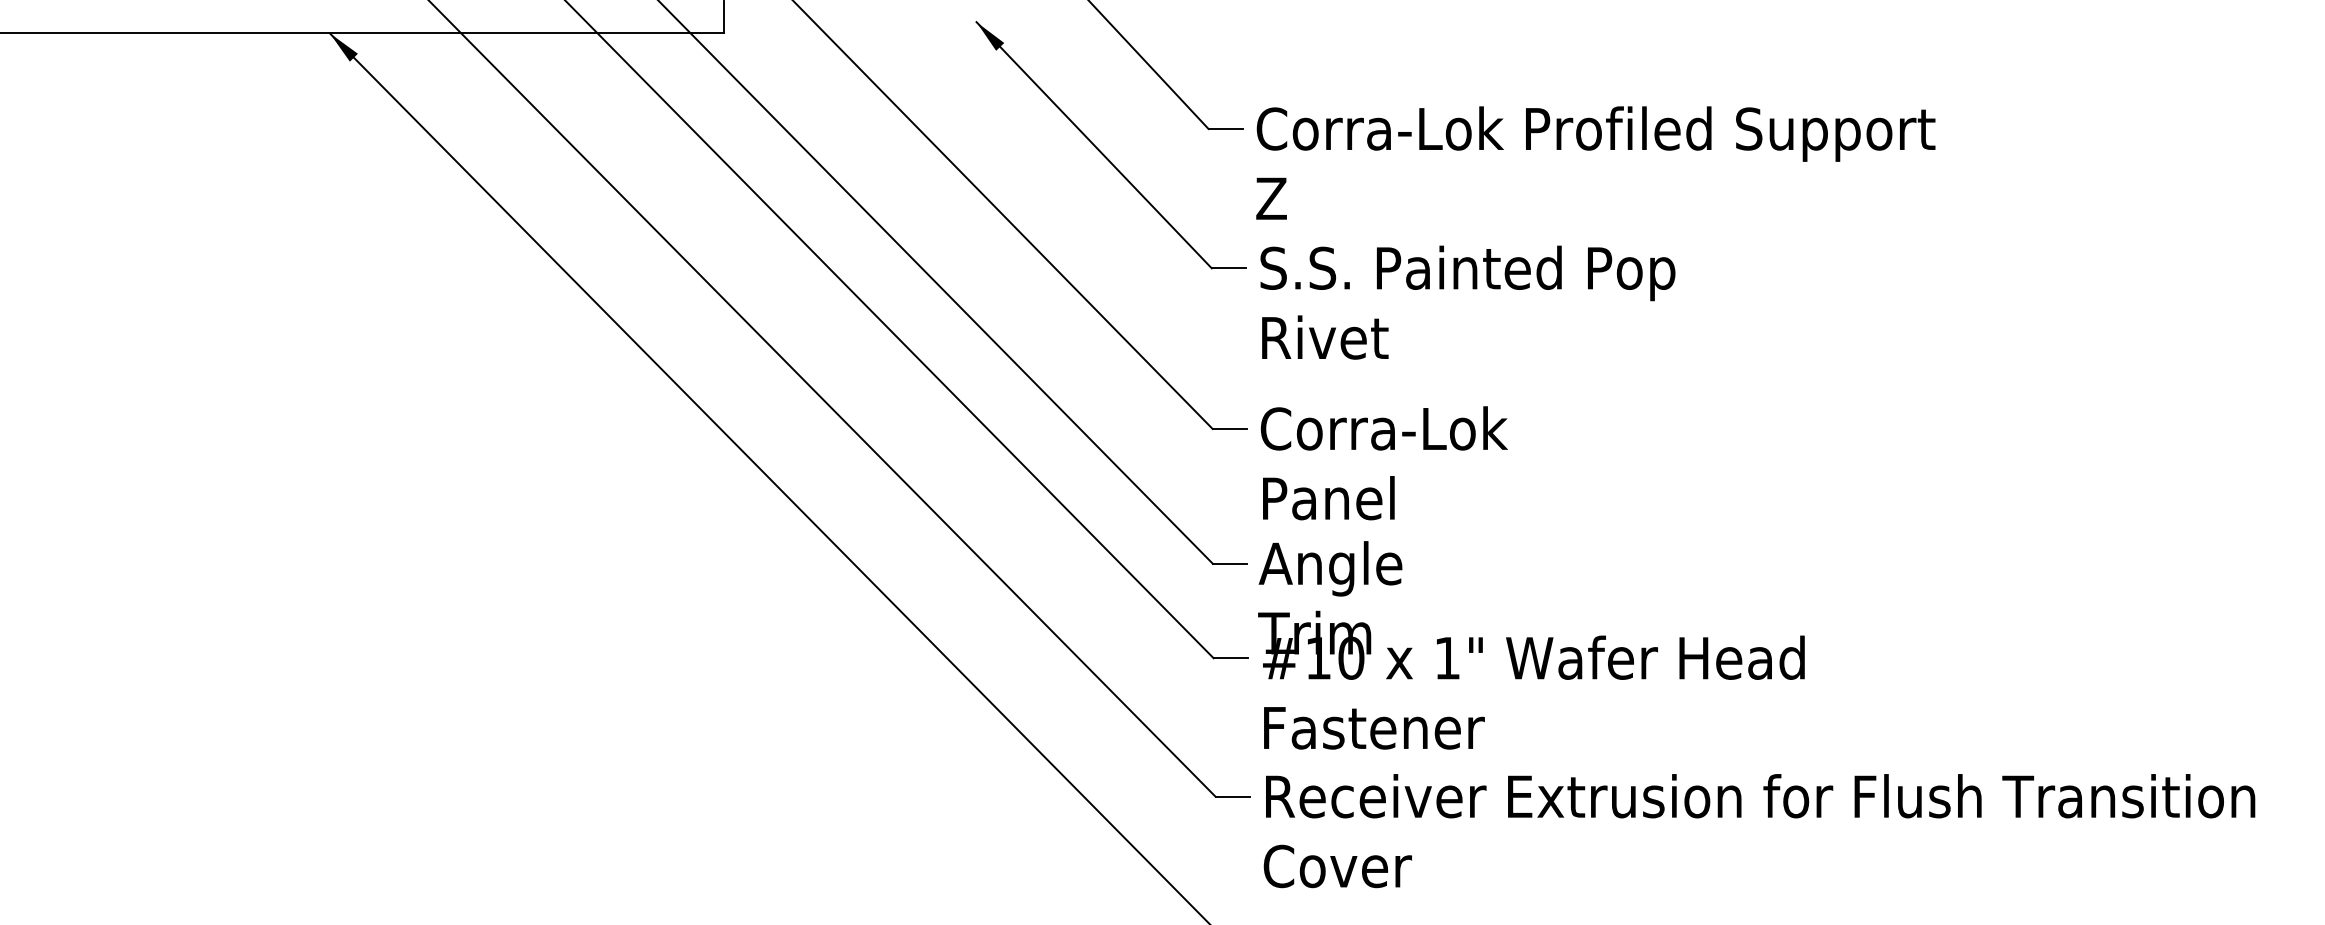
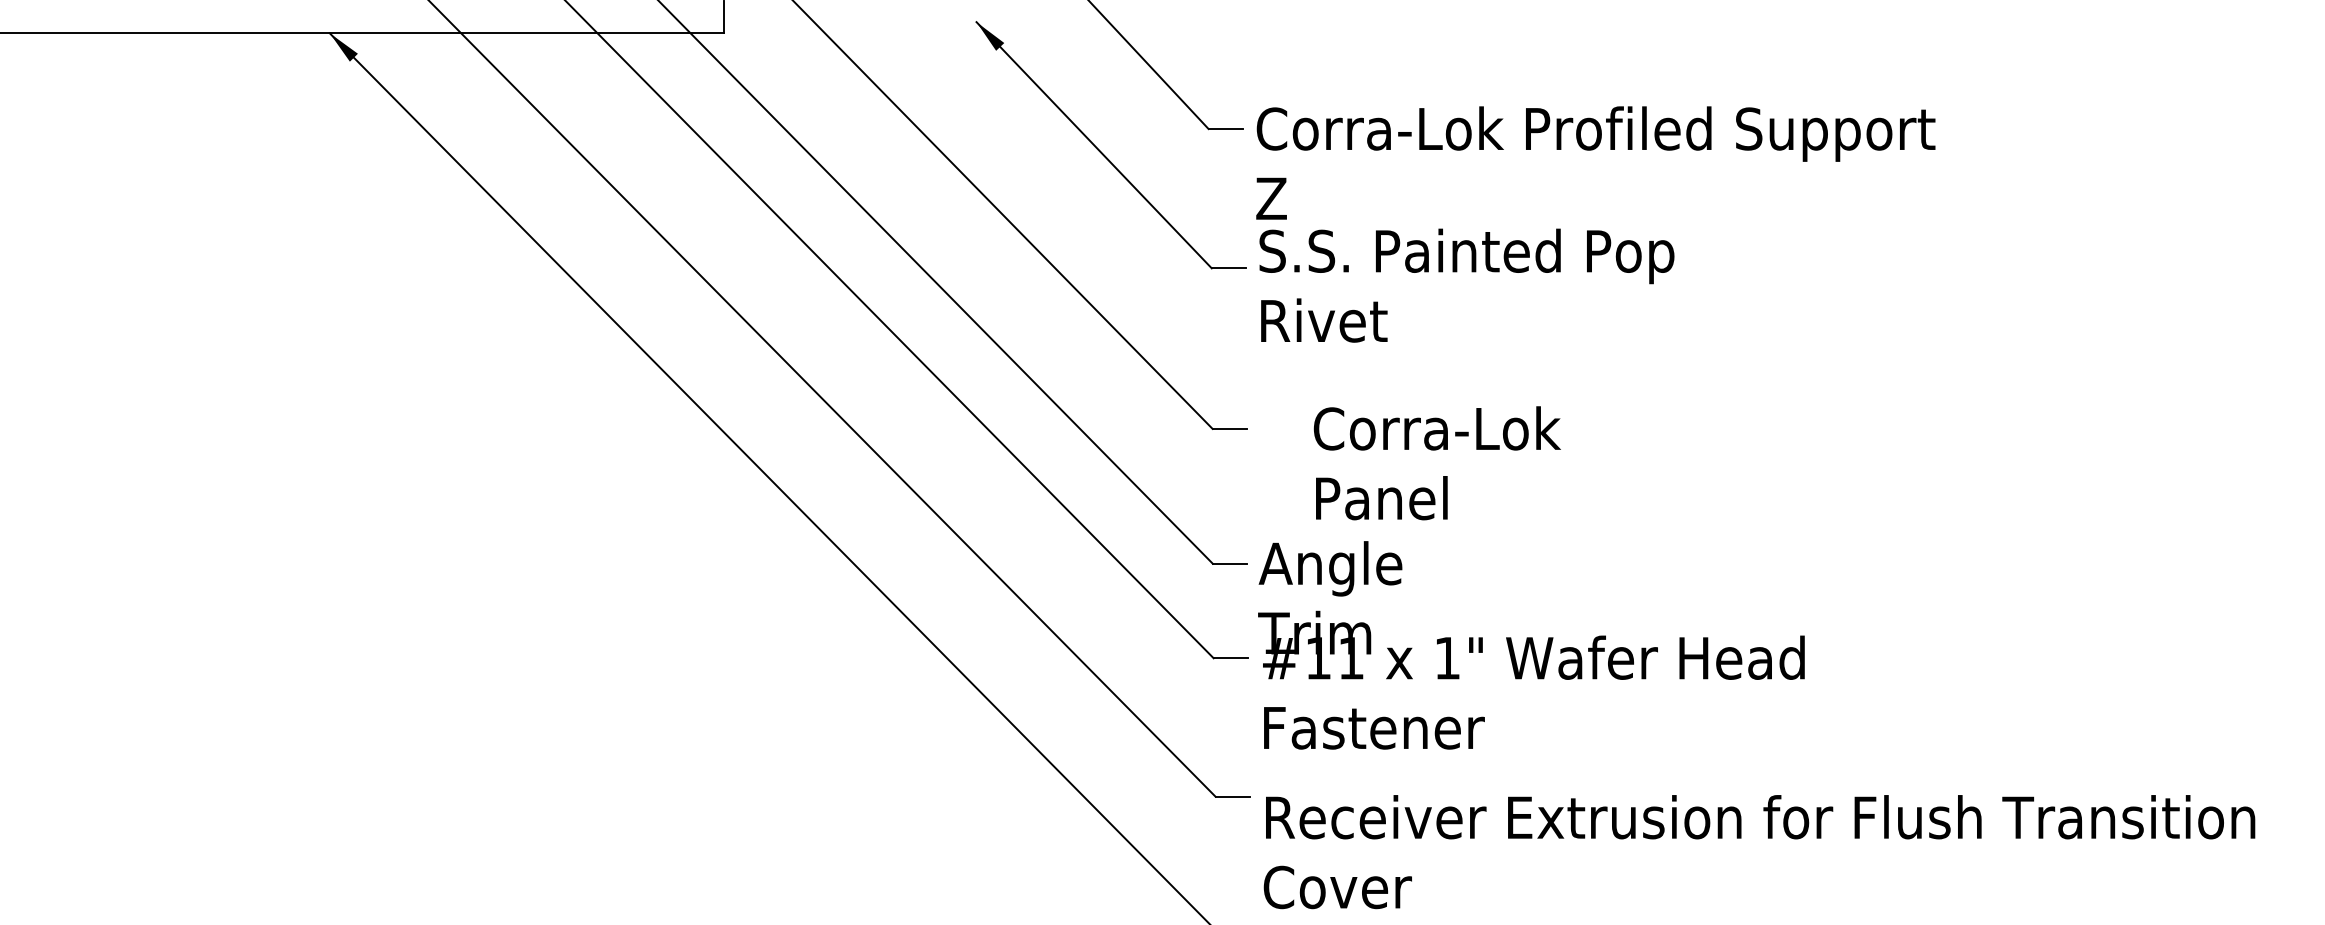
text at (1467, 302) position: (1467, 302) -> (1466, 285)
text at (1383, 463) position: (1383, 463) -> (1436, 463)
text at (1351, 657): #10 -> #11
text at (1759, 831) position: (1759, 831) -> (1759, 852)
